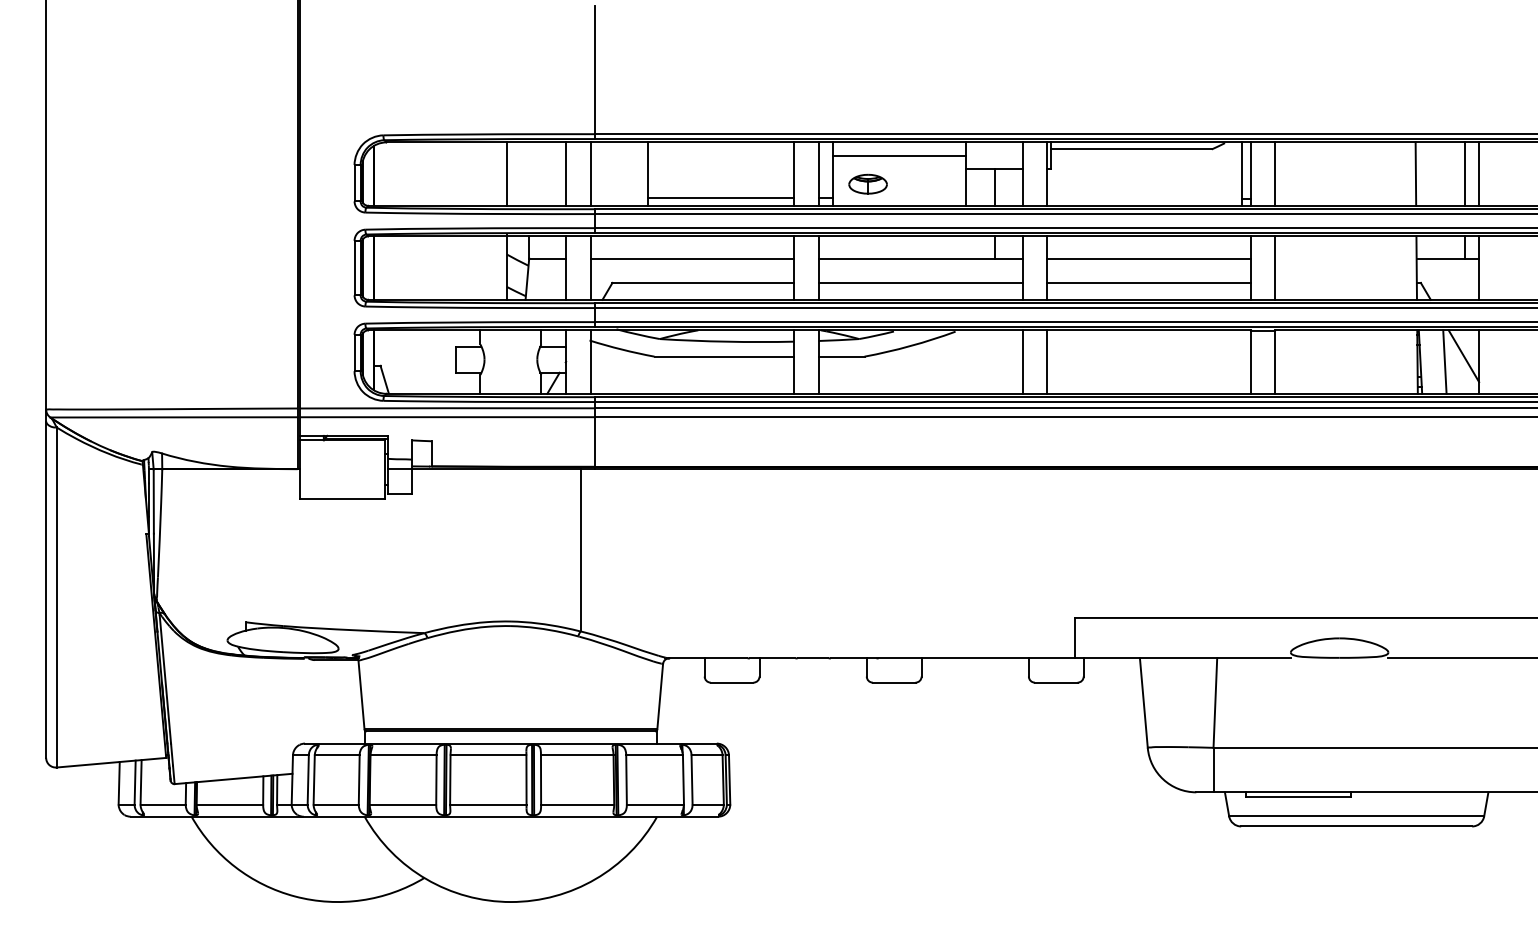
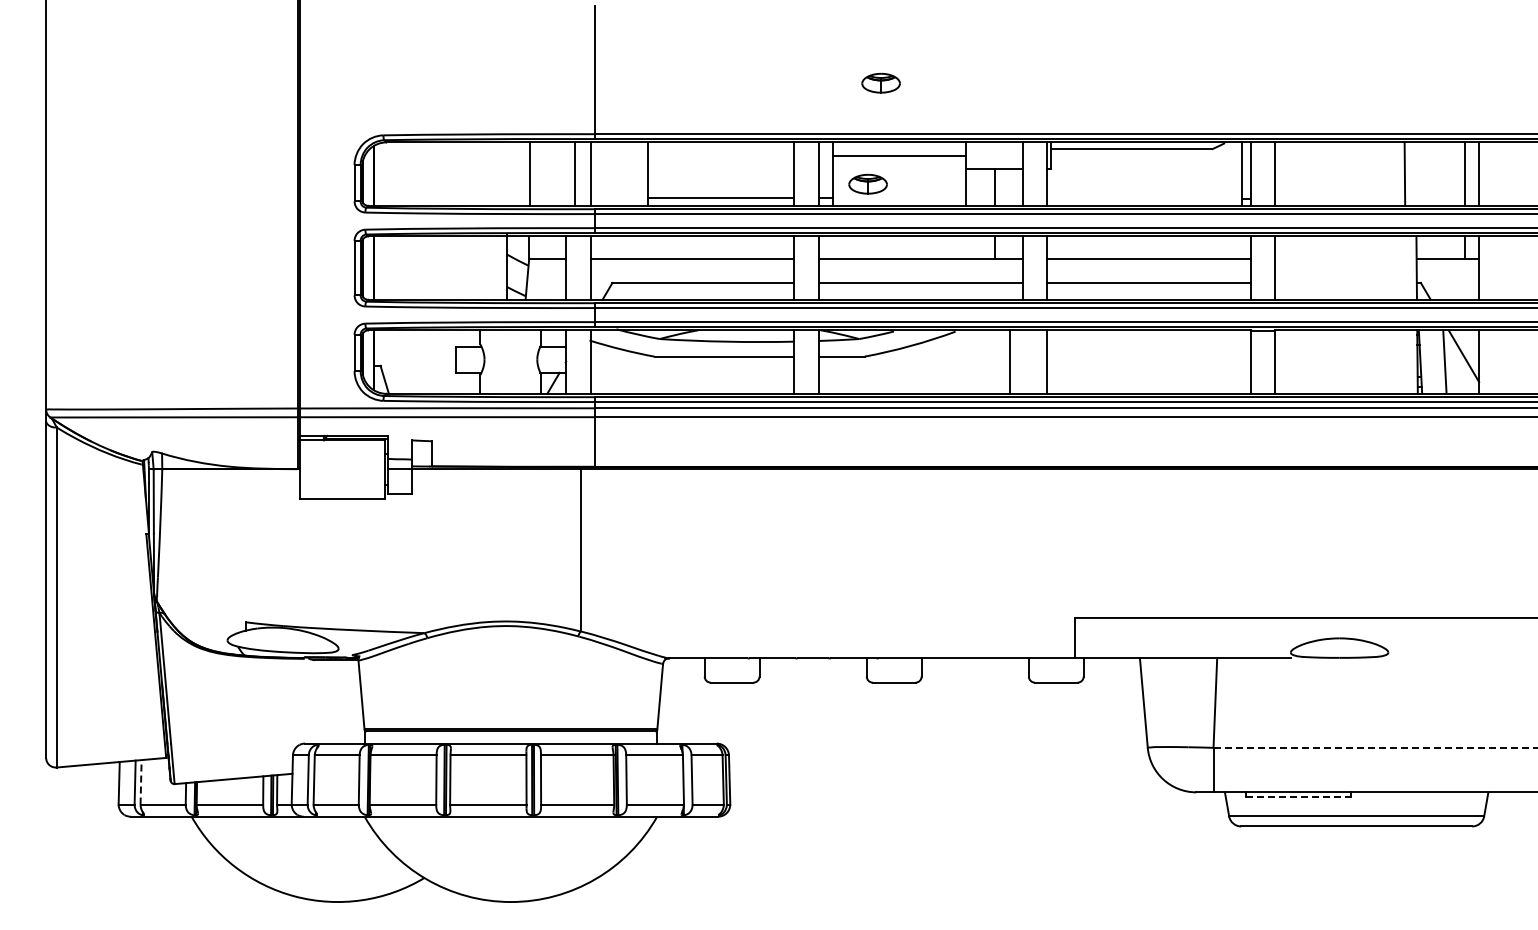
part at (880, 82): none -> present
line at (507, 173) position: (507, 173) -> (530, 173)
line at (566, 173) position: (566, 173) -> (575, 173)
line at (1415, 173) position: (1415, 173) -> (1404, 173)
line at (1022, 361) position: (1022, 361) -> (1009, 361)
line at (1461, 658): present -> none
line at (1375, 747): solid -> dashed
line at (141, 781): solid -> dashed
line at (1299, 797): solid -> dashed
